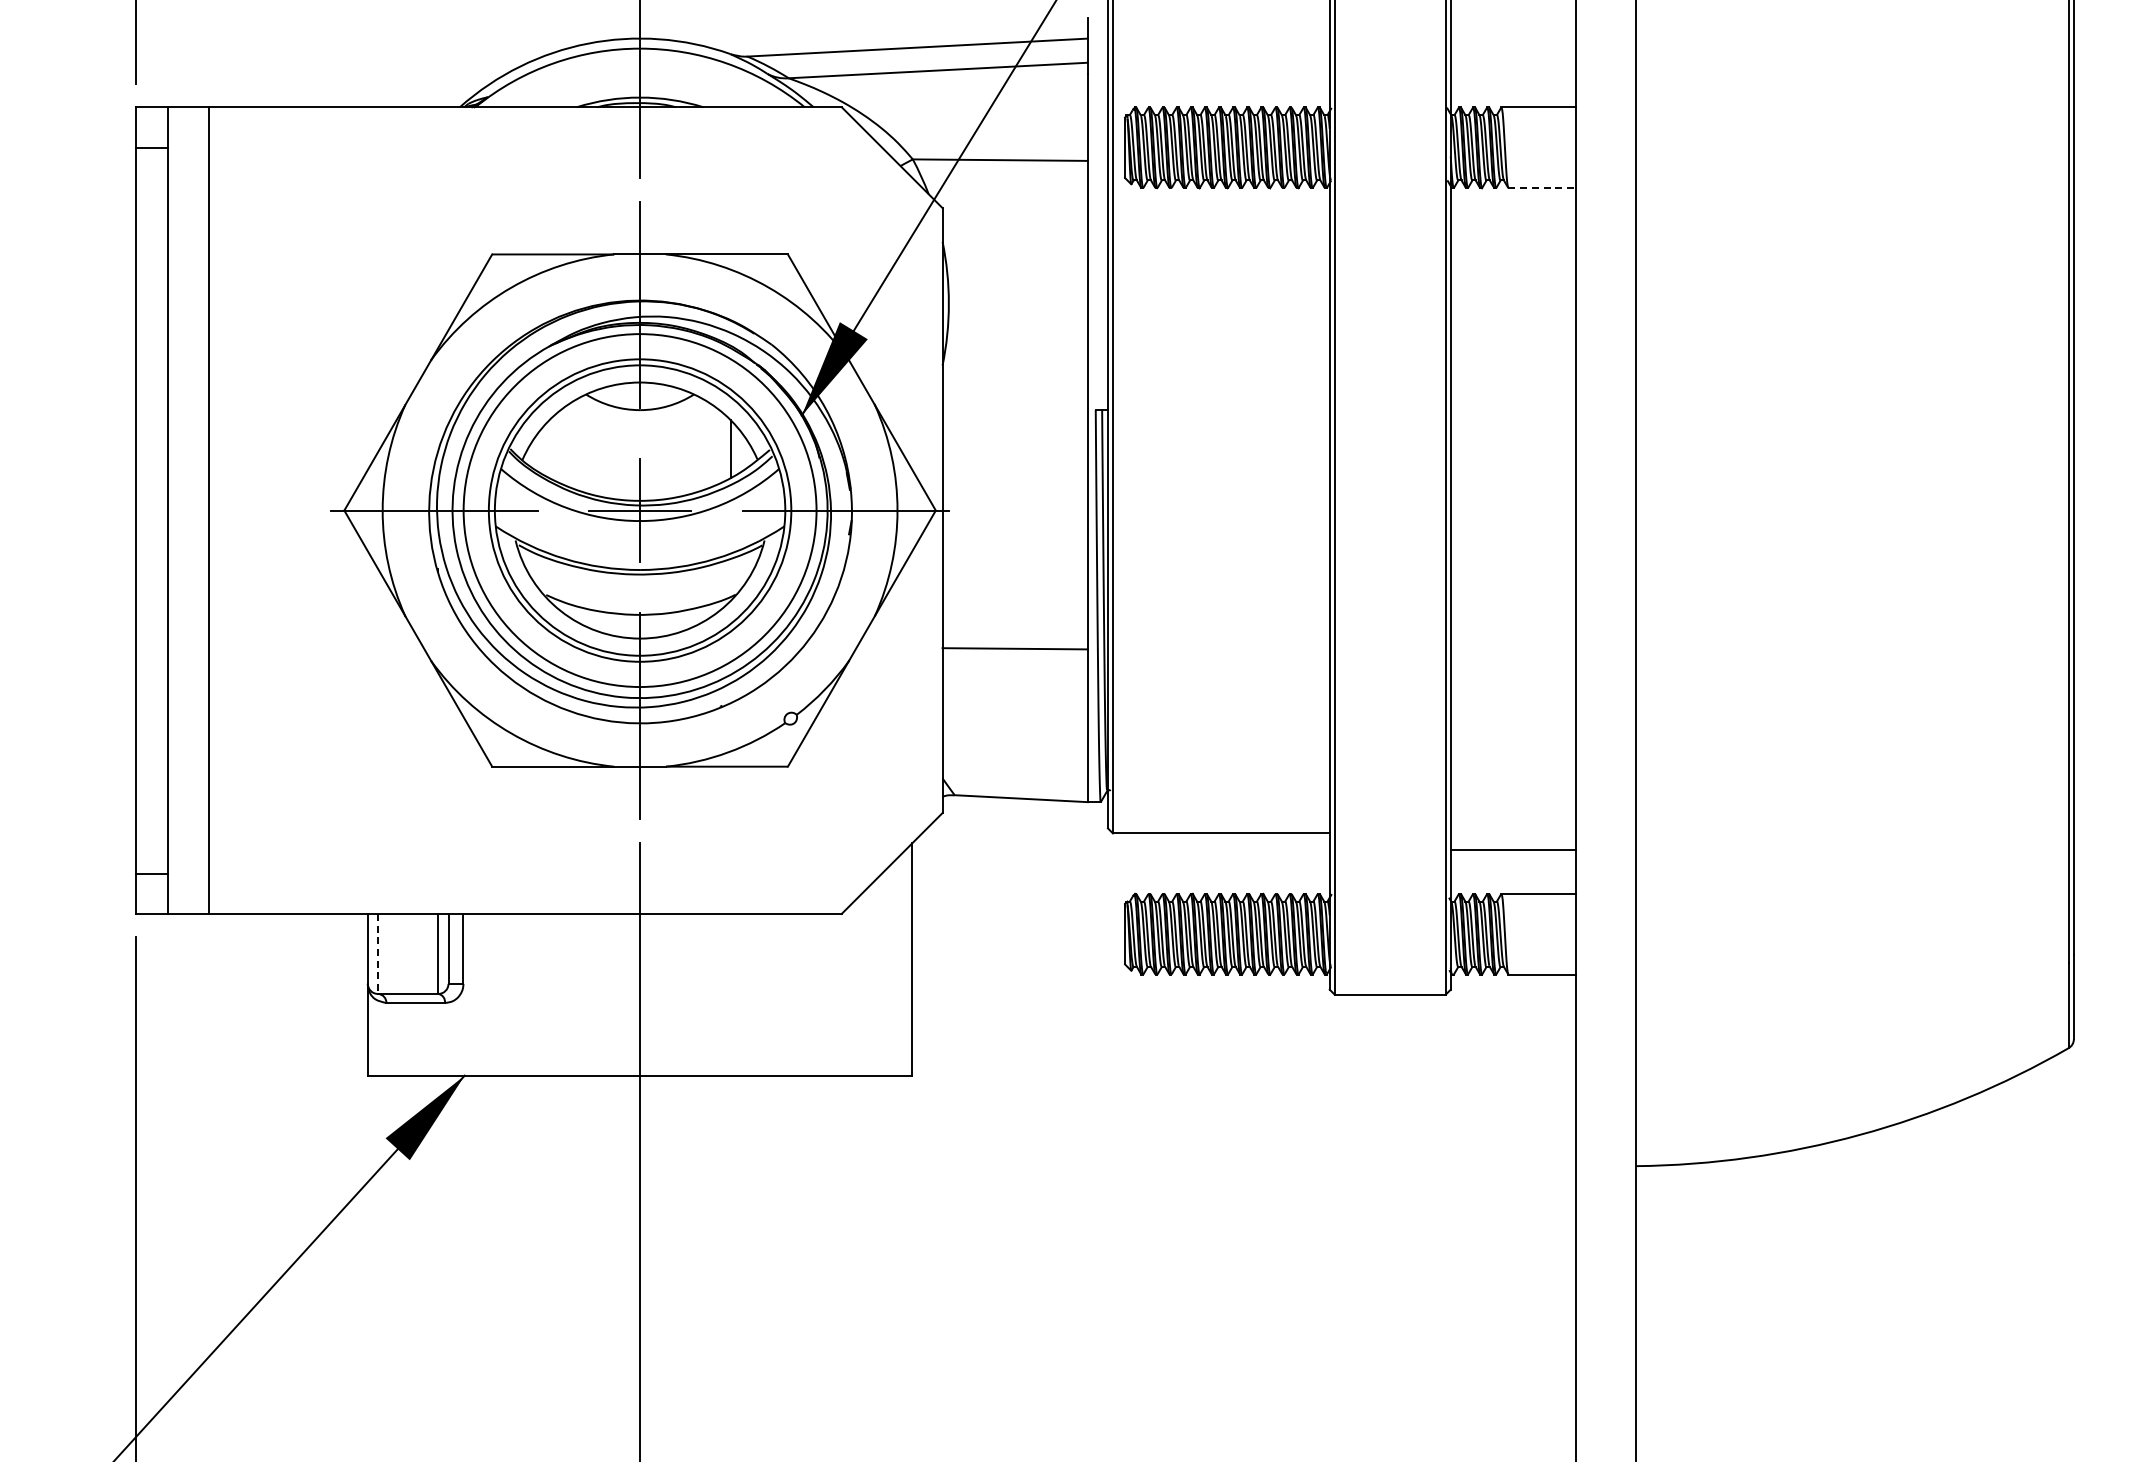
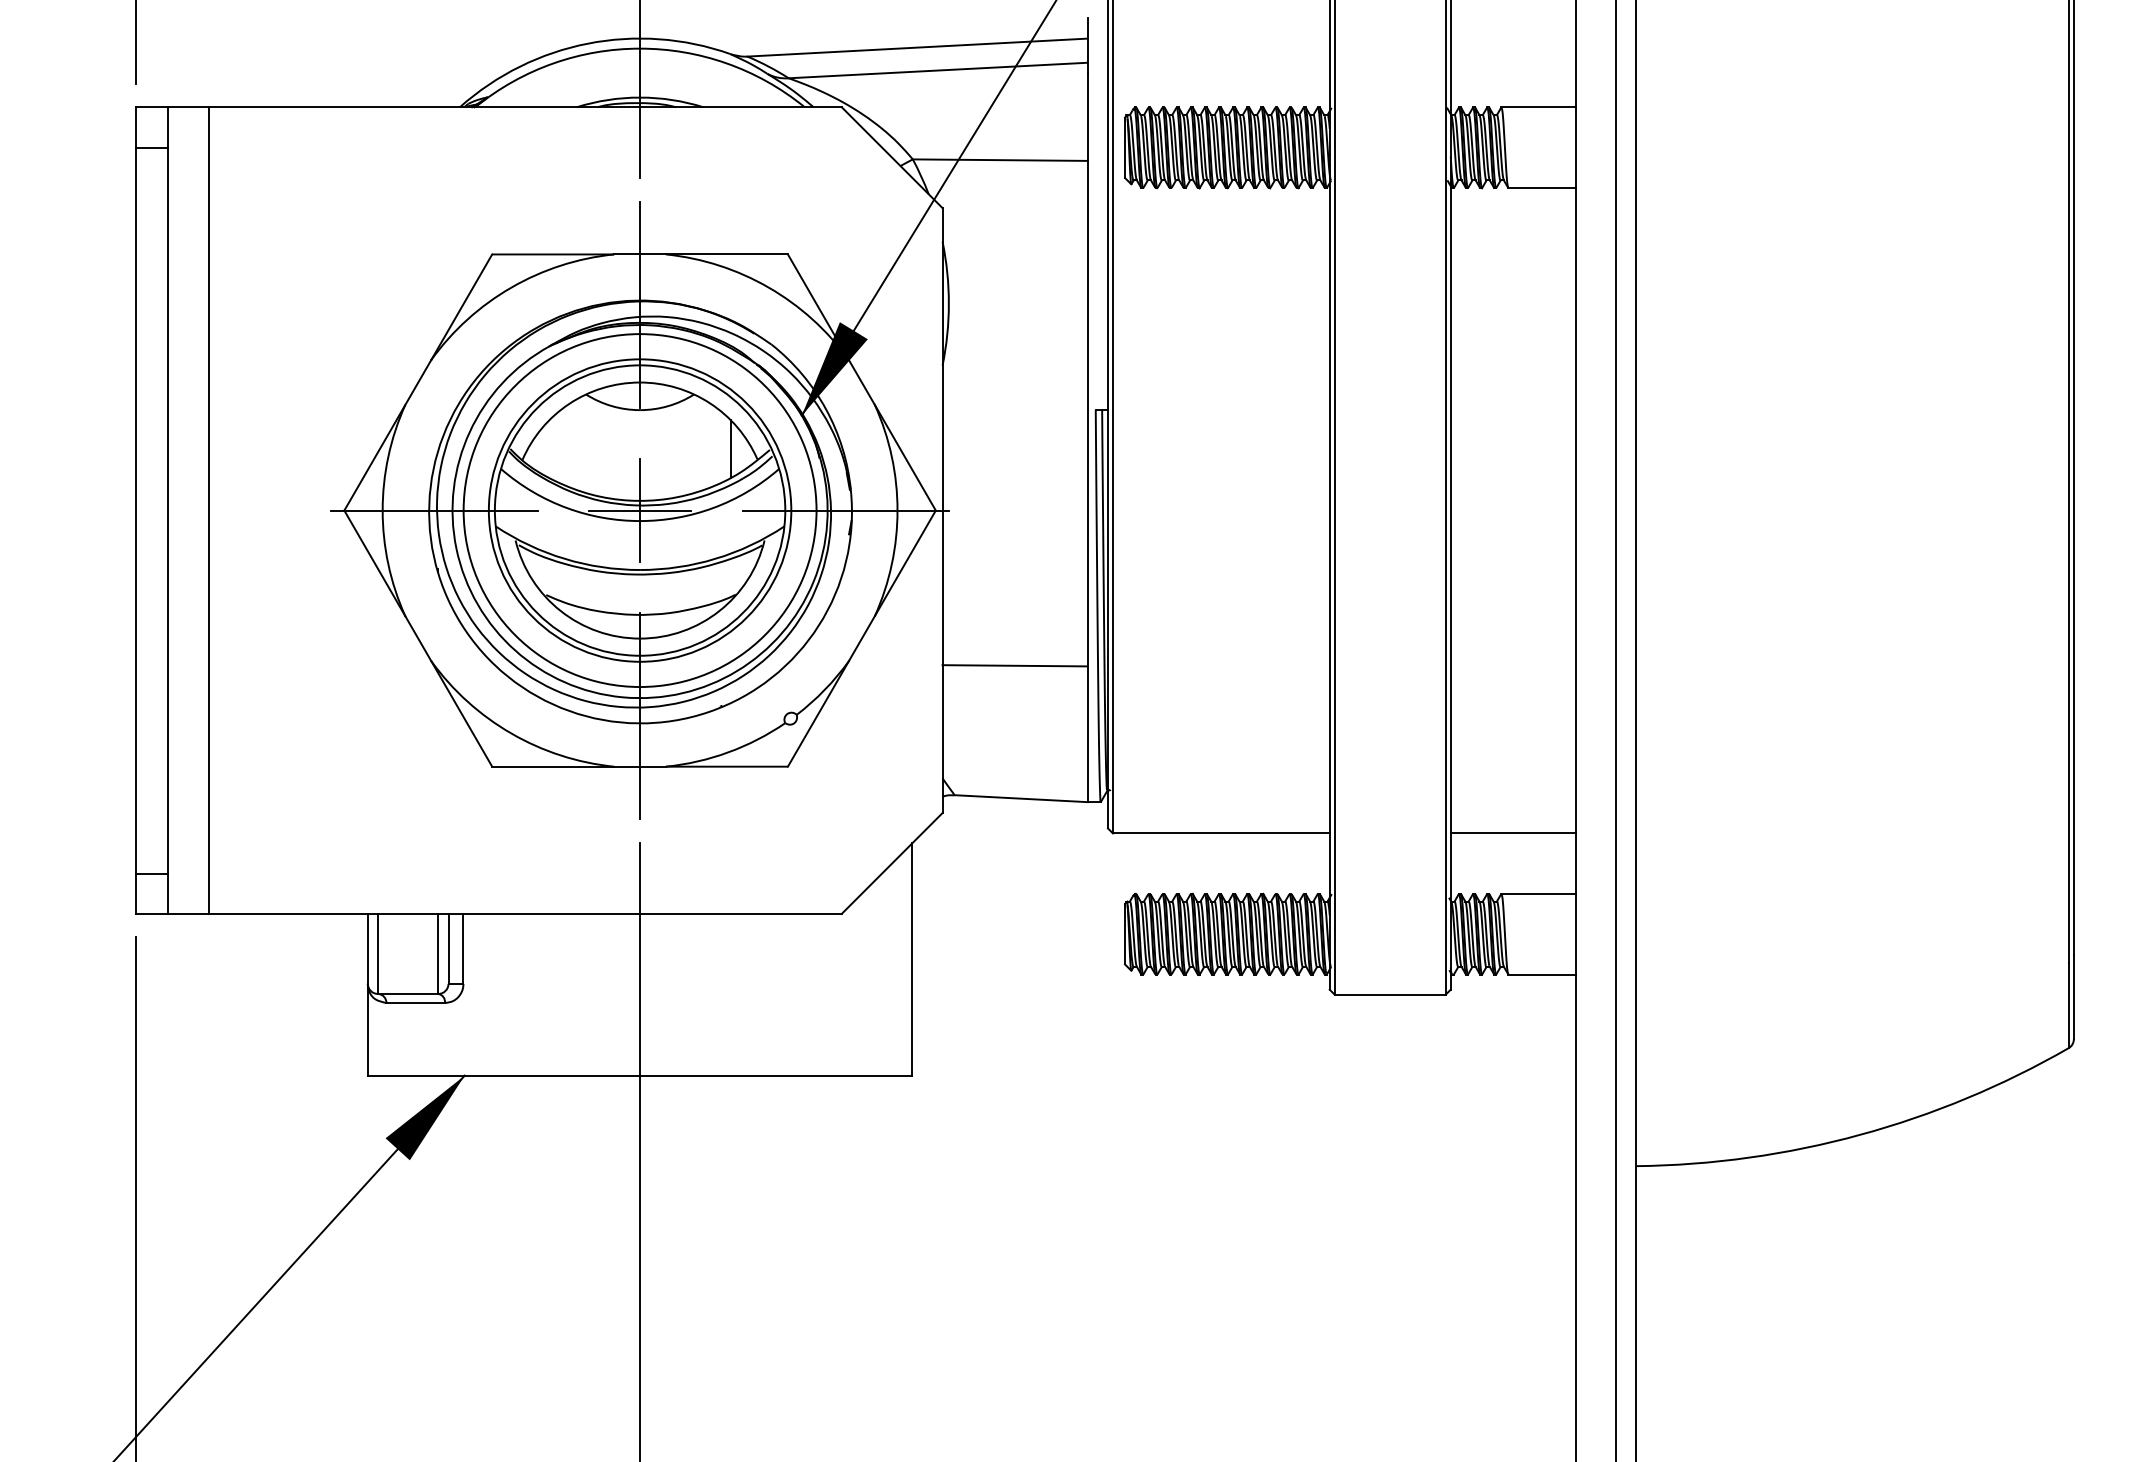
line at (1542, 188): dashed -> solid
line at (1014, 648) position: (1014, 648) -> (1014, 665)
line at (1616, 730): none -> present
line at (1512, 850) position: (1512, 850) -> (1512, 833)
line at (377, 954): dashed -> solid
